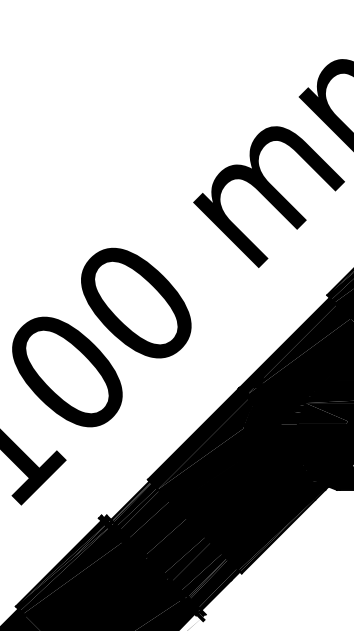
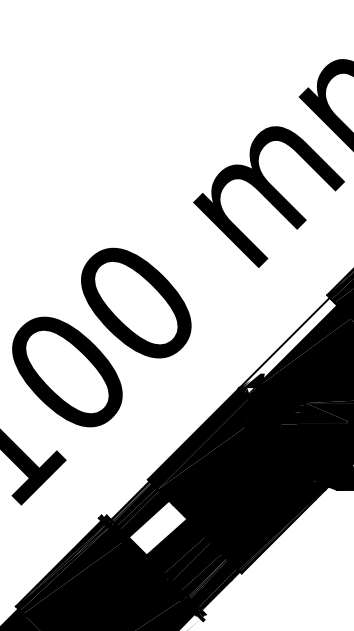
fill at (287, 346): present -> none
fill at (157, 527): present -> none
